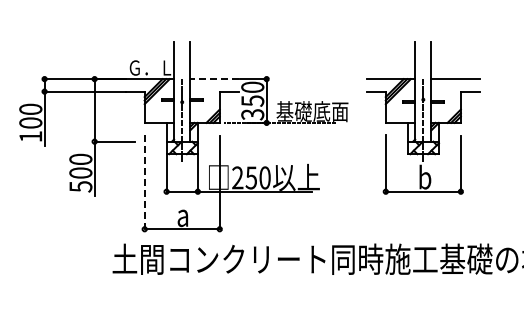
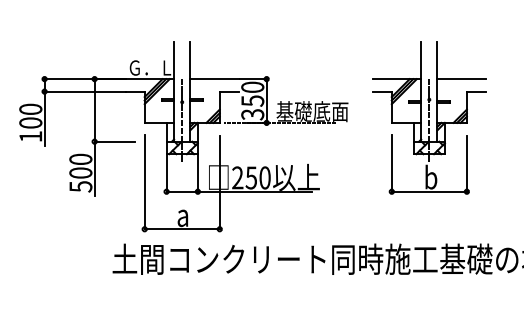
line at (213, 79): dashed -> solid
part at (423, 117) position: (423, 117) -> (429, 117)
line at (144, 182): dashed -> solid
